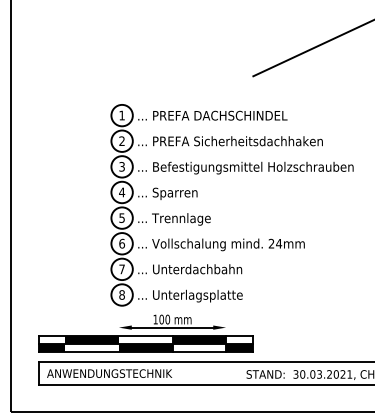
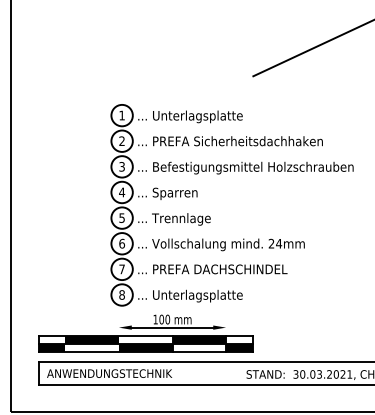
text at (220, 116): ... PREFA DACHSCHINDEL -> ... Unterlagsplatte
text at (220, 269): ... Unterdachbahn -> ... PREFA DACHSCHINDEL
